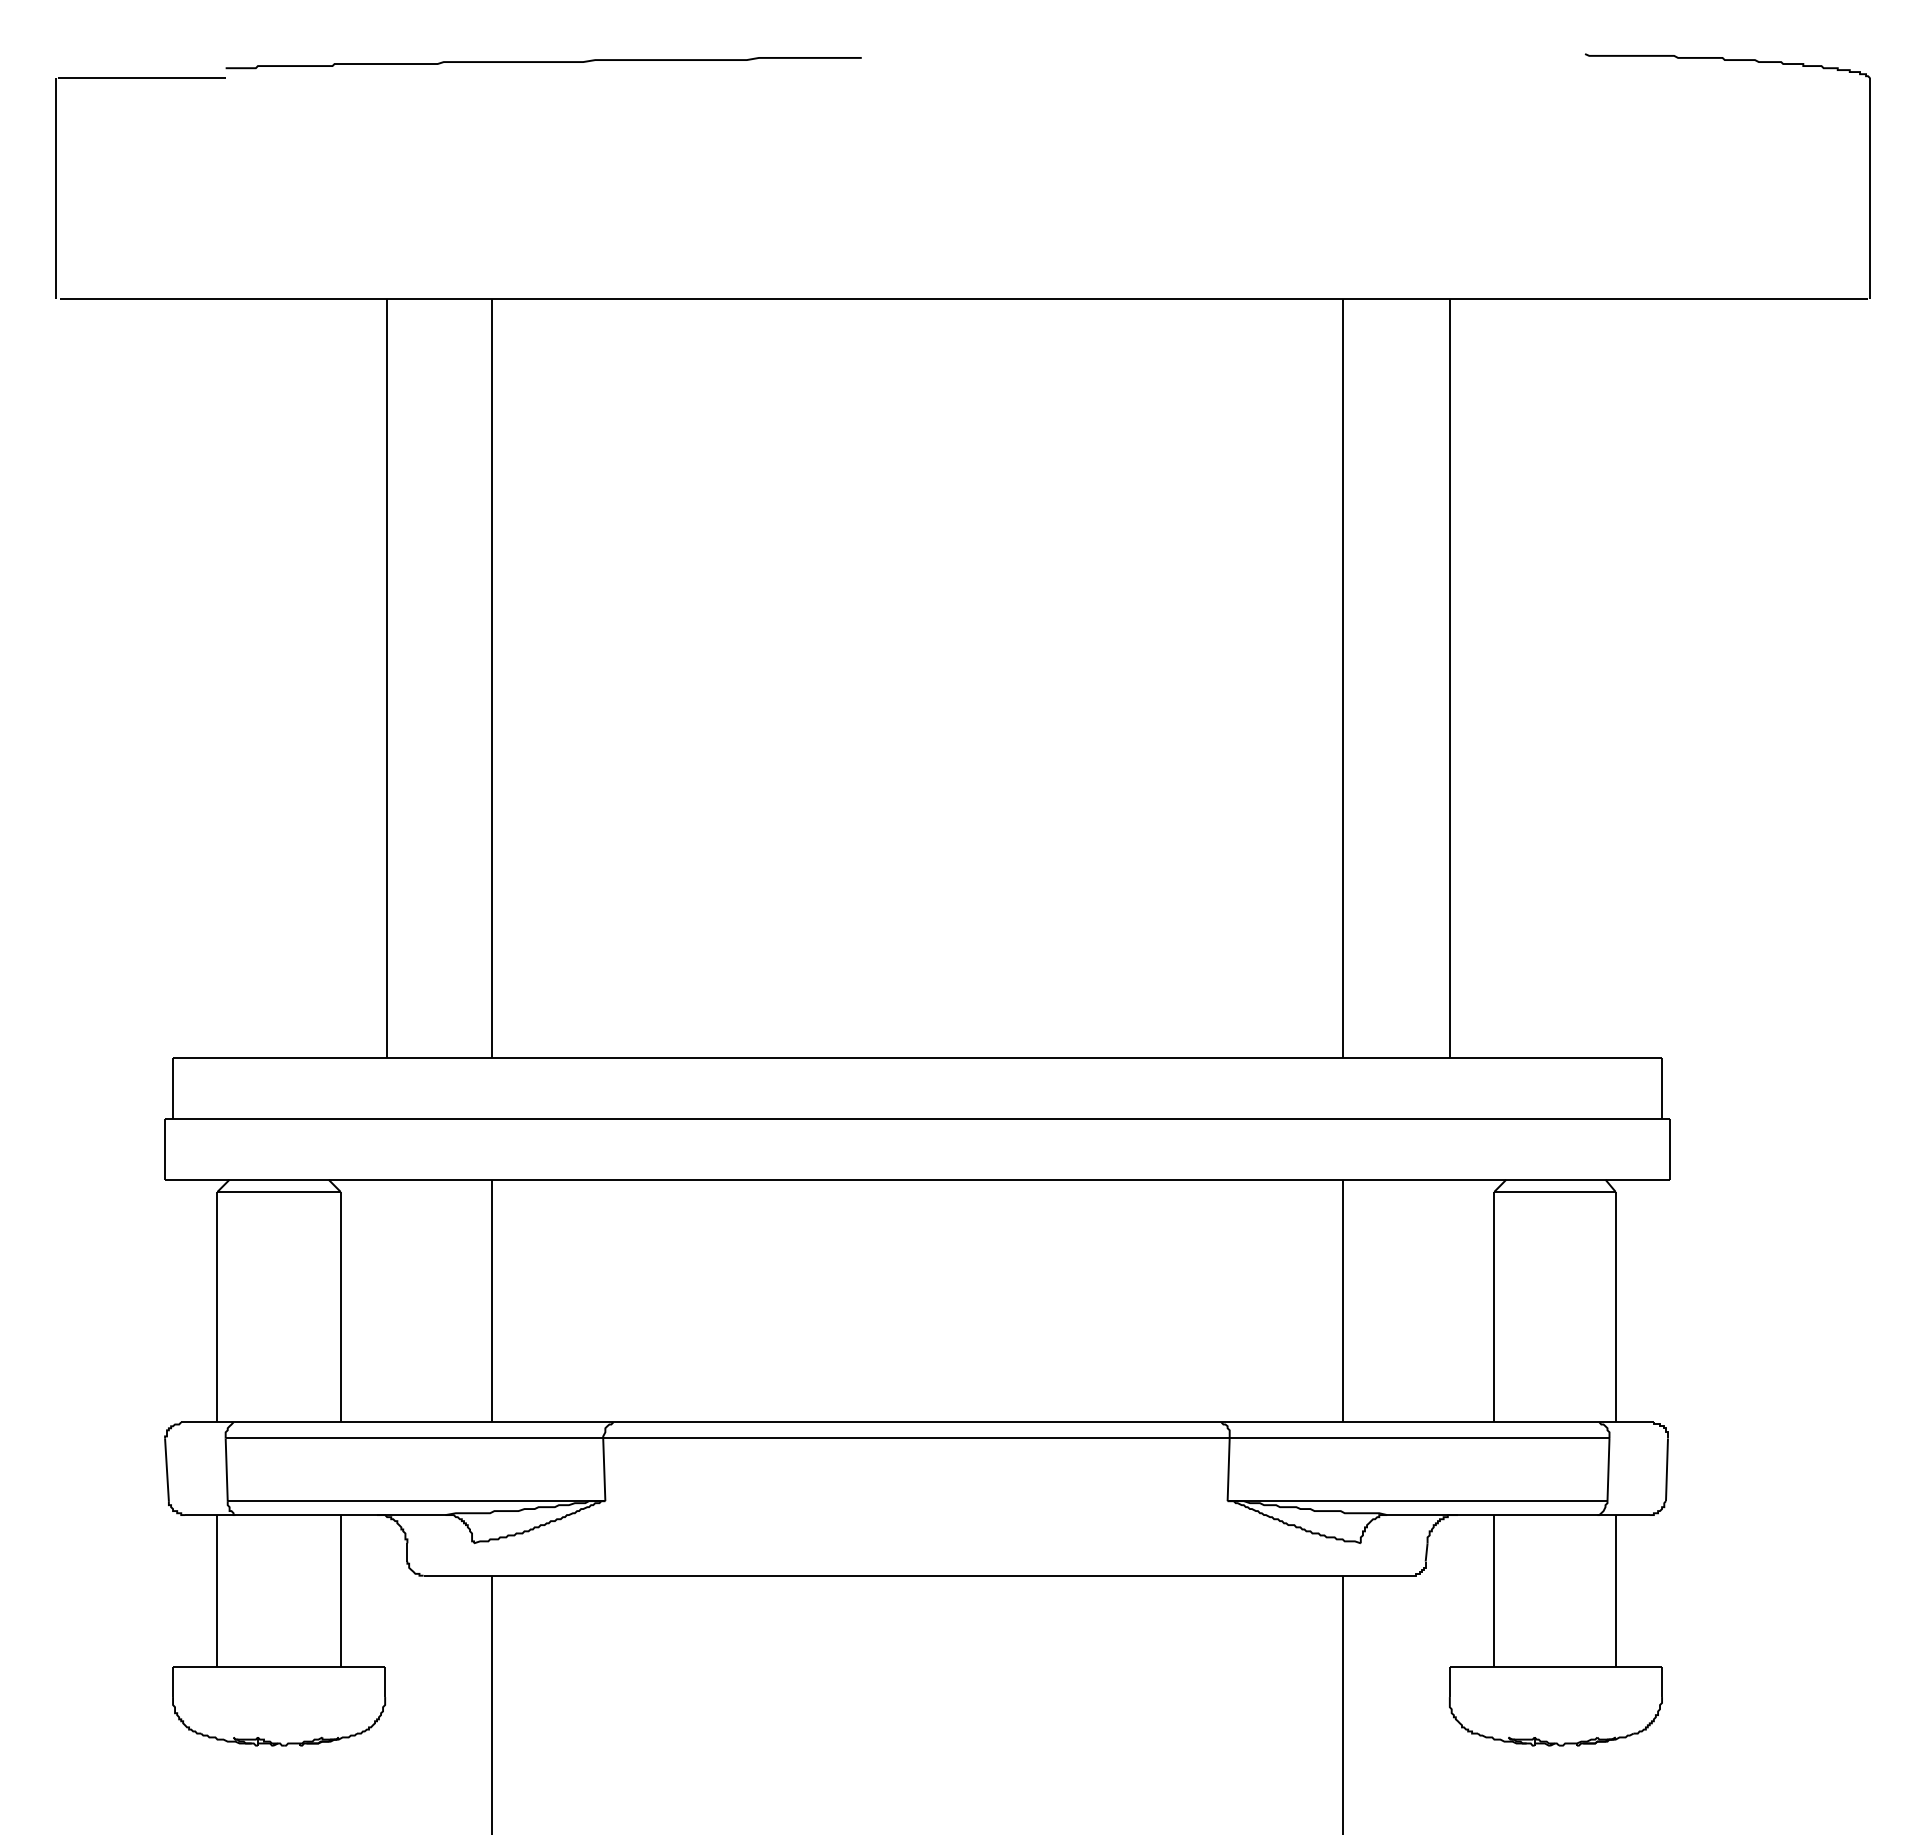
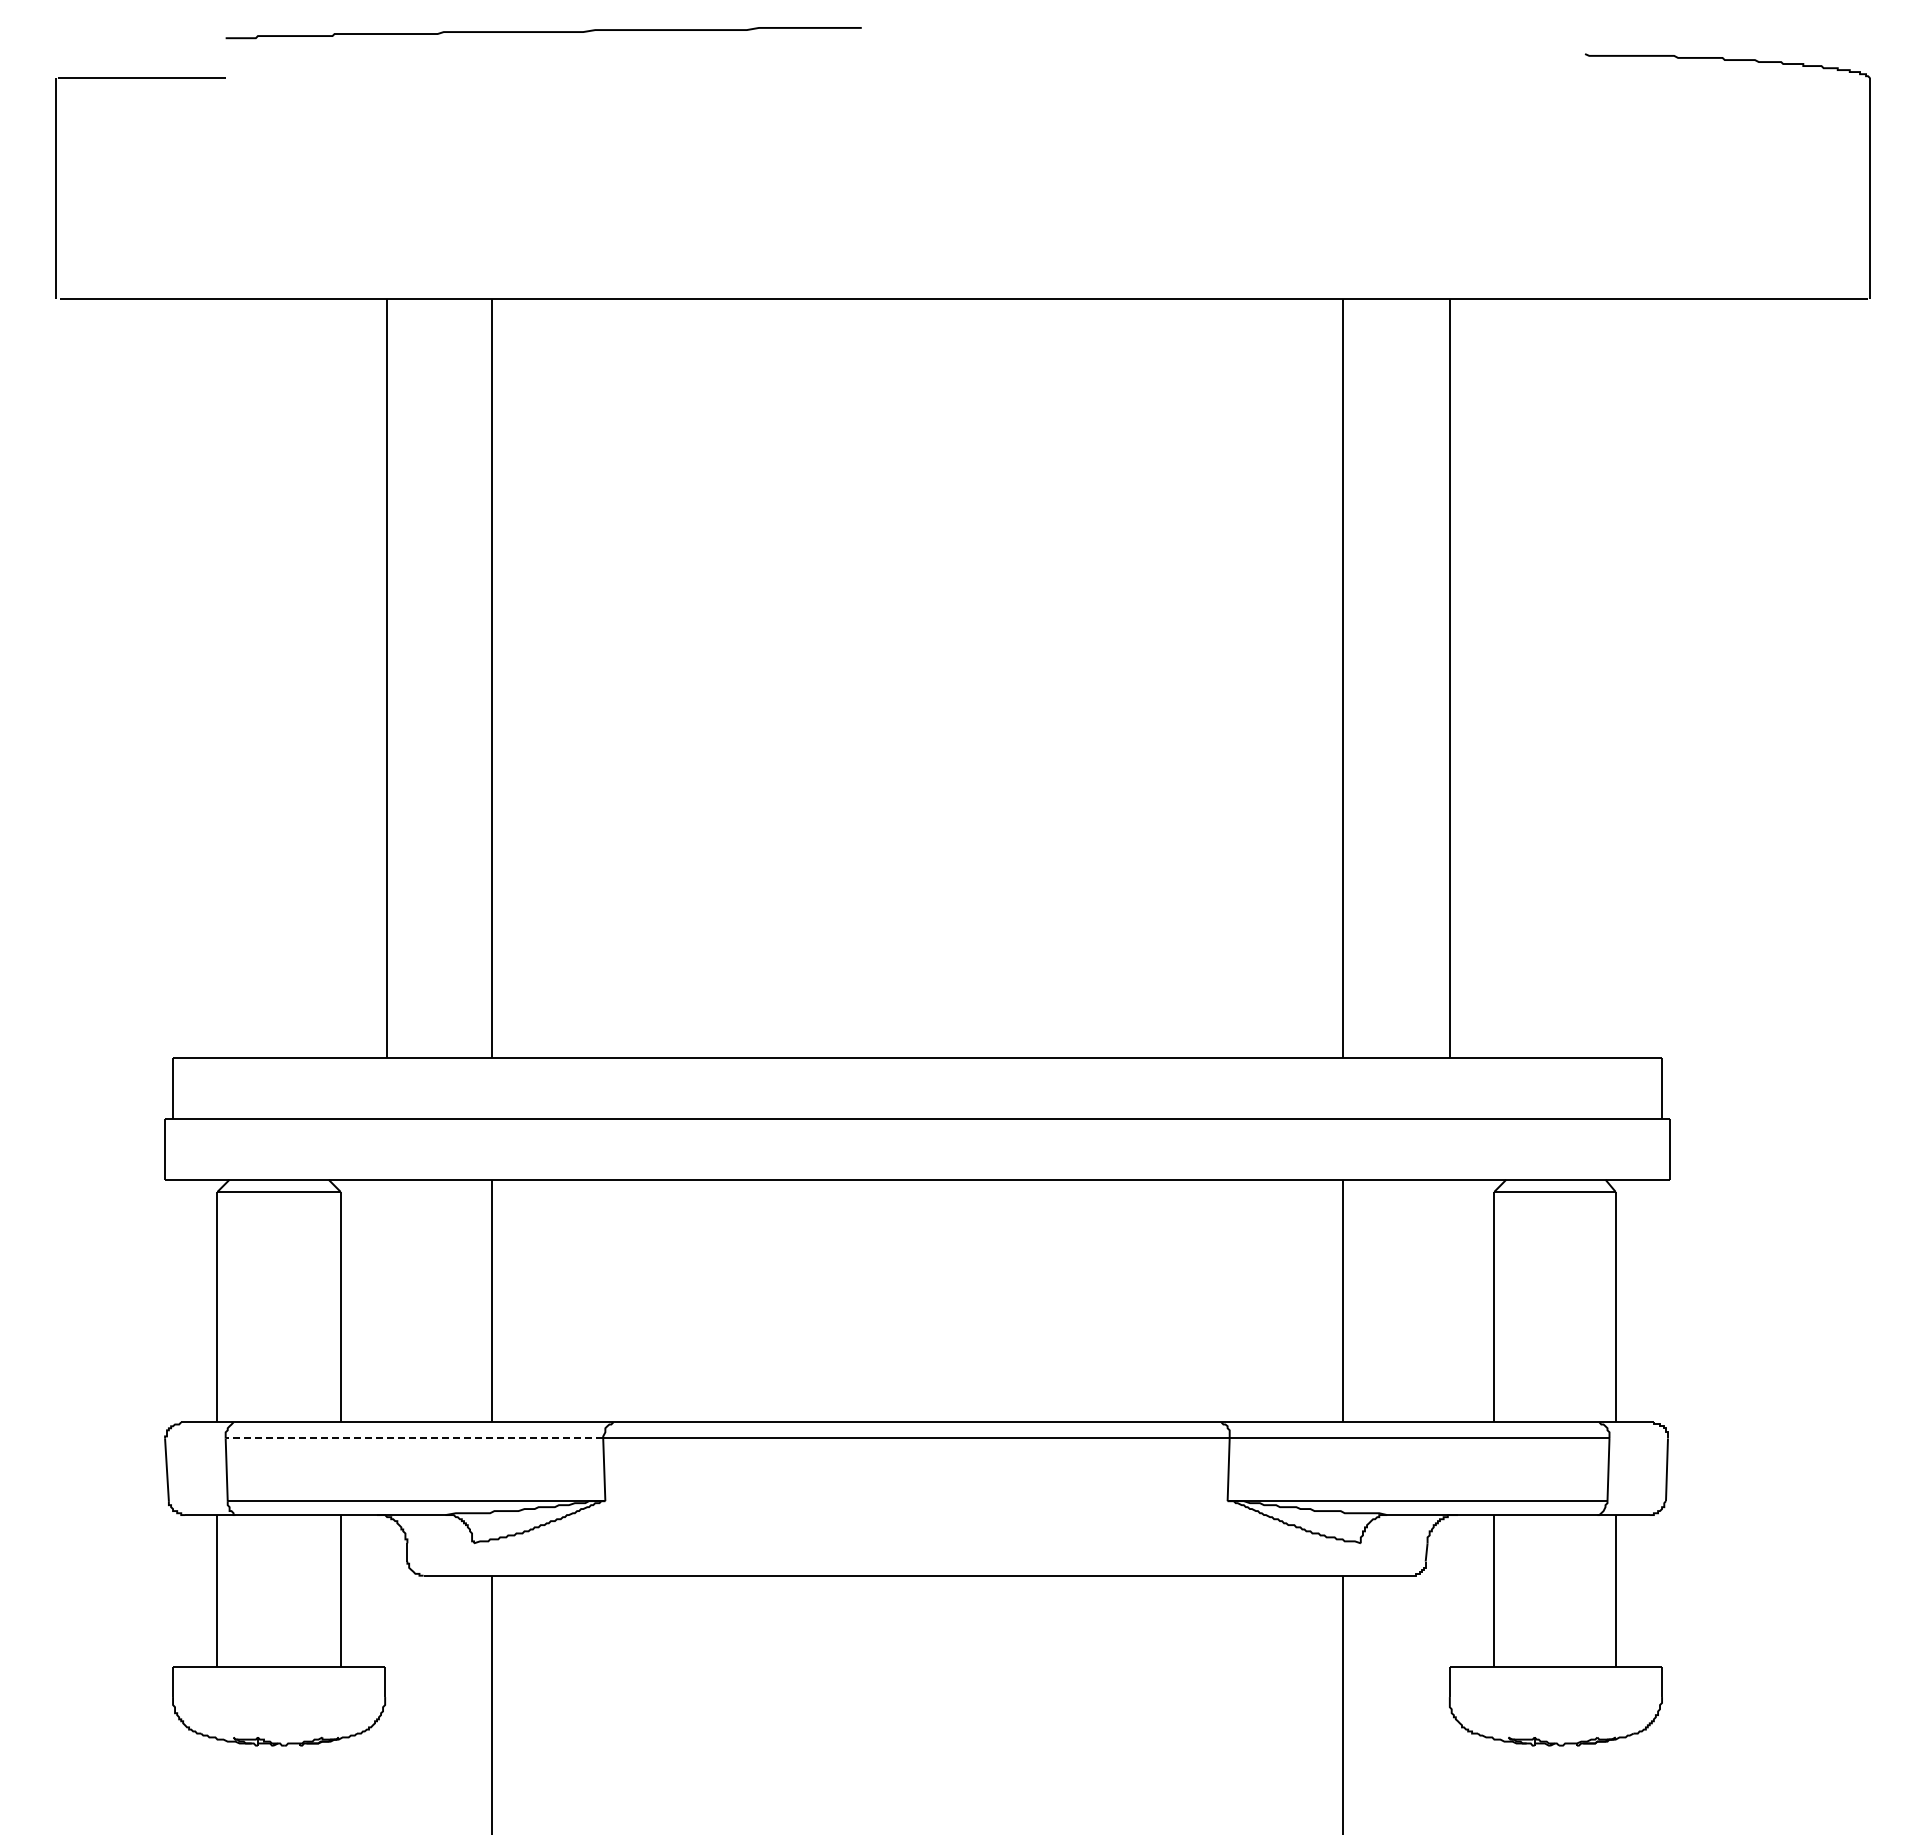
curve at (543, 62) position: (543, 62) -> (543, 32)
line at (414, 1438): solid -> dashed
